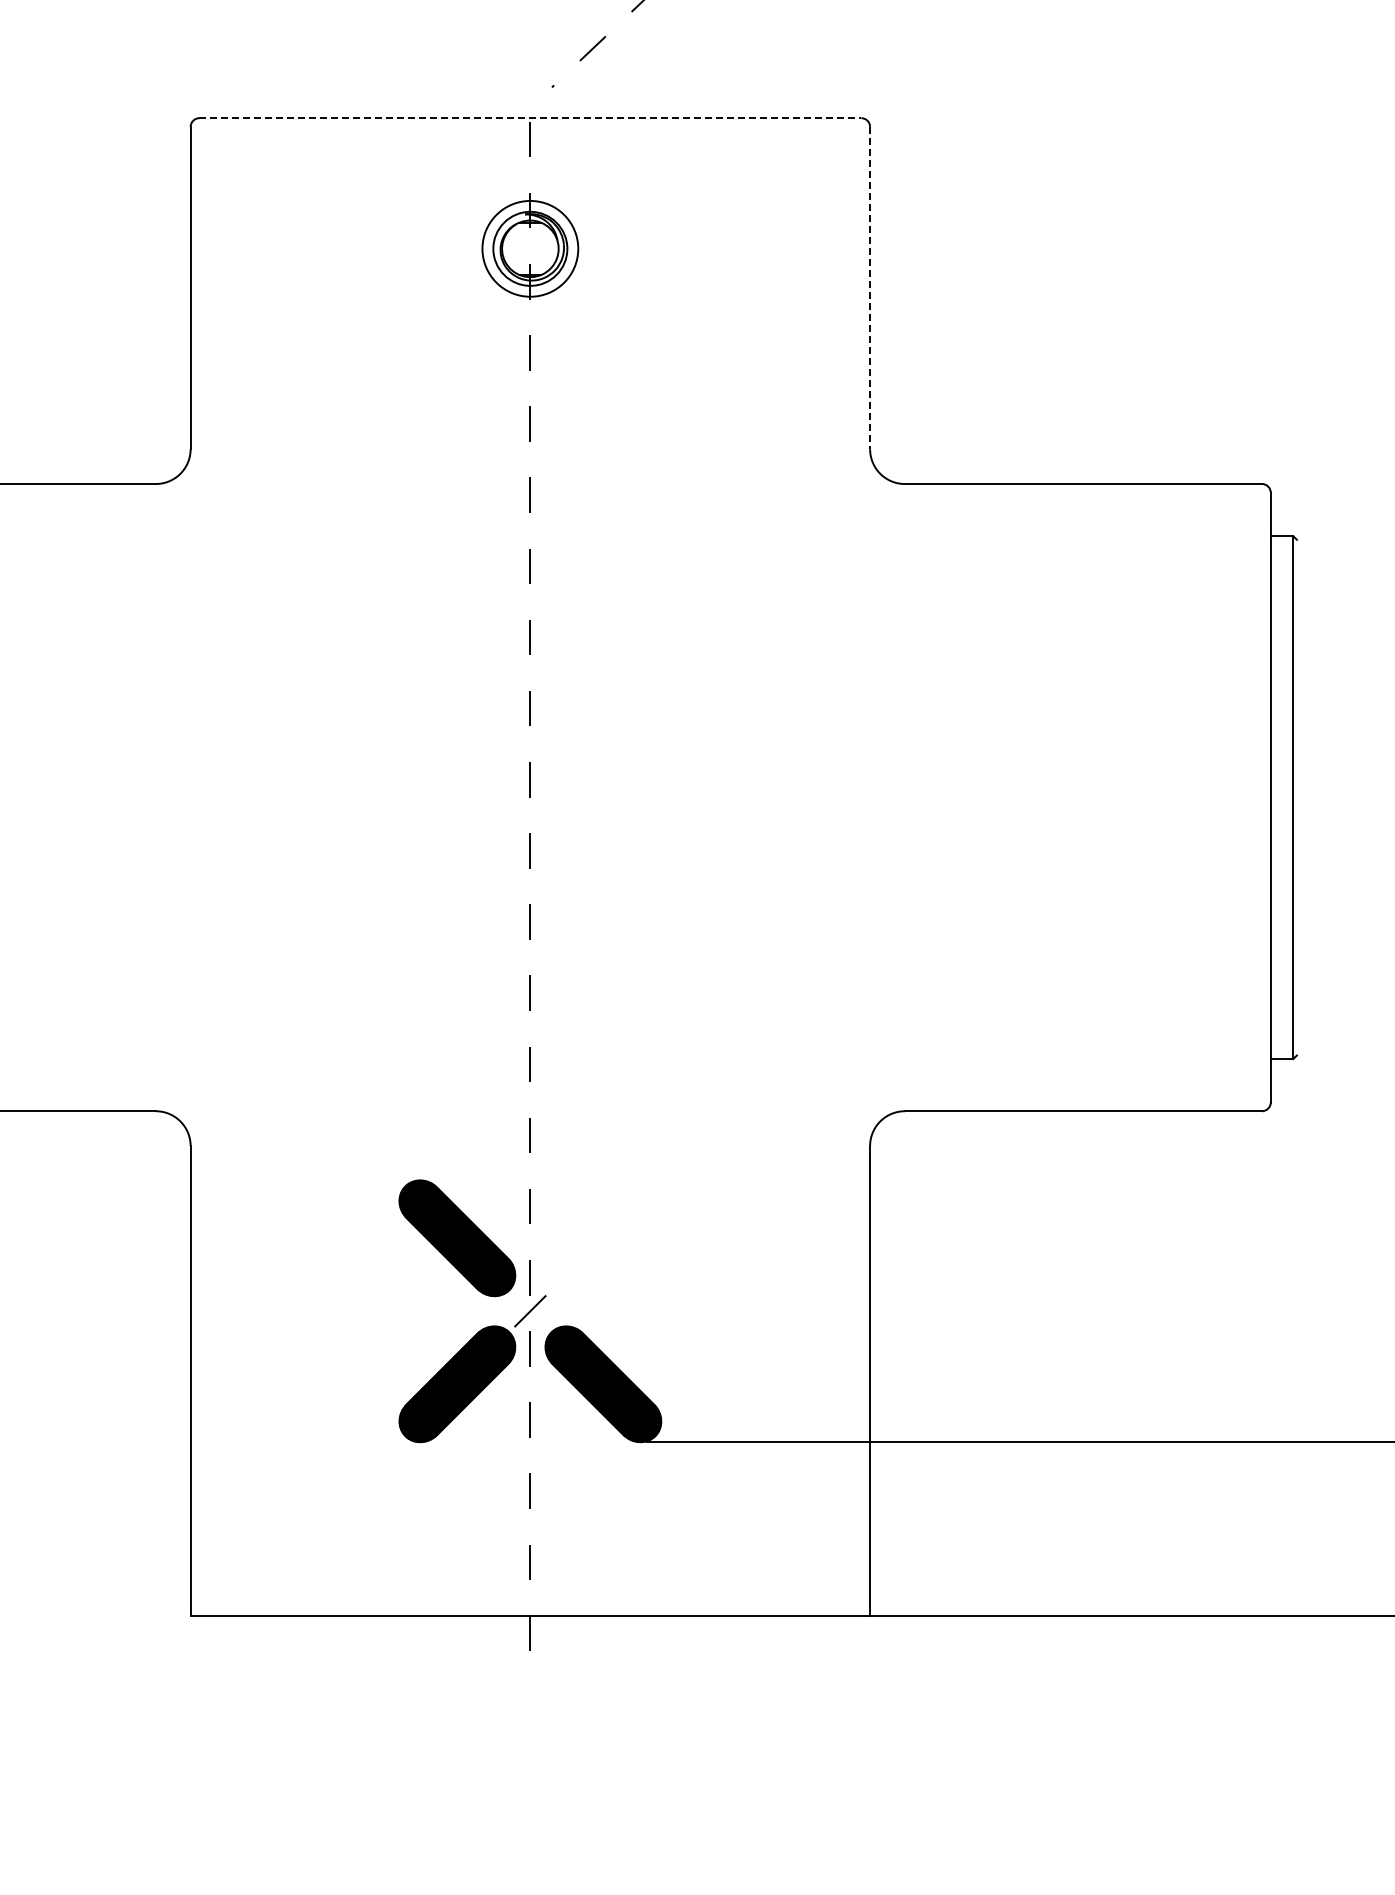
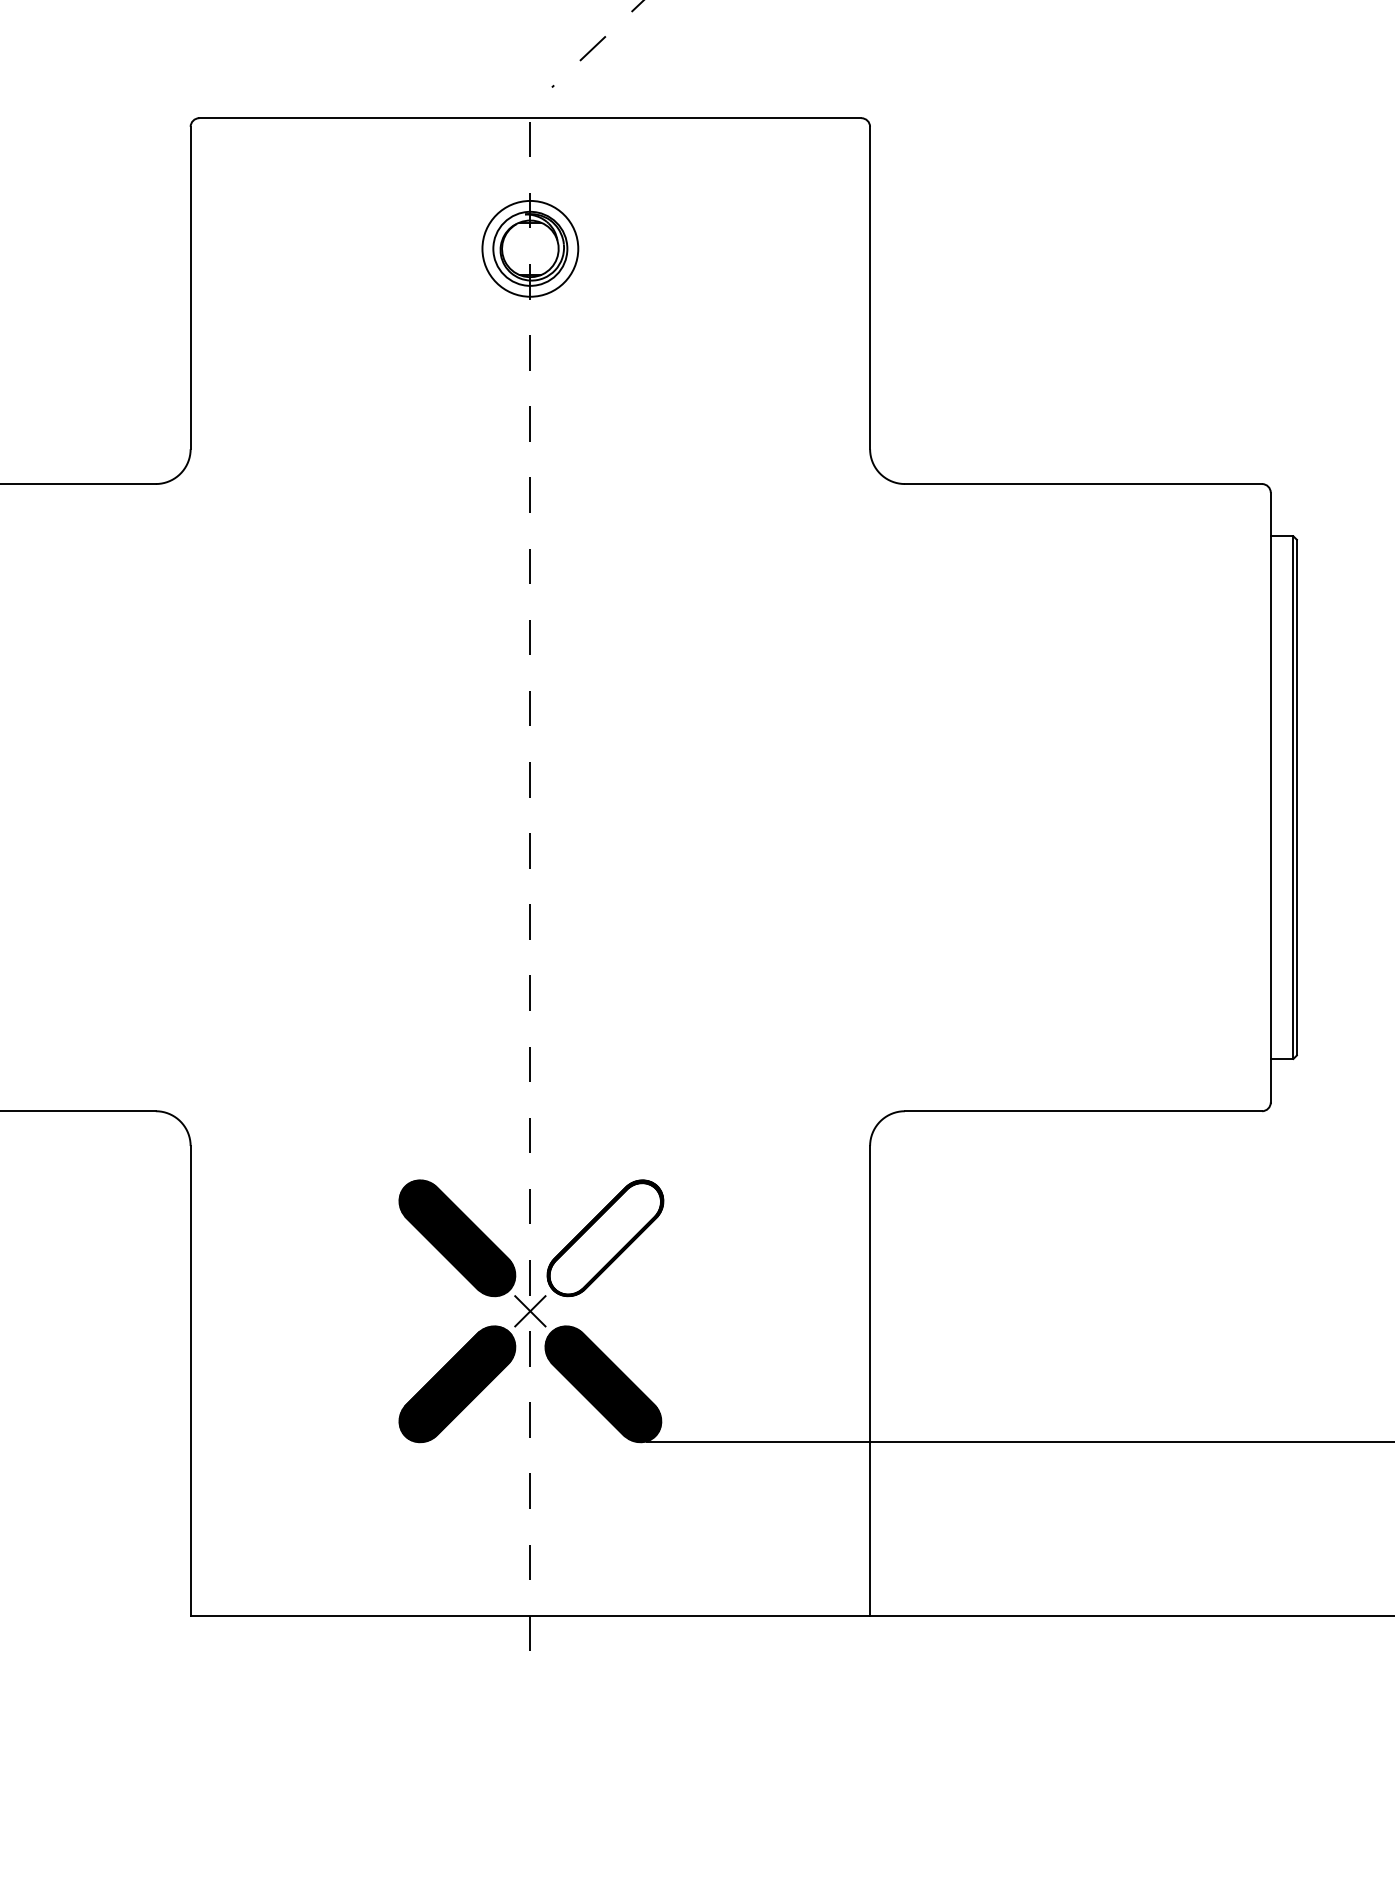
line at (530, 118): dashed -> solid
line at (870, 288): dashed -> solid
line at (1296, 797): none -> present
part at (605, 1238): none -> present
line at (530, 1311): none -> present
